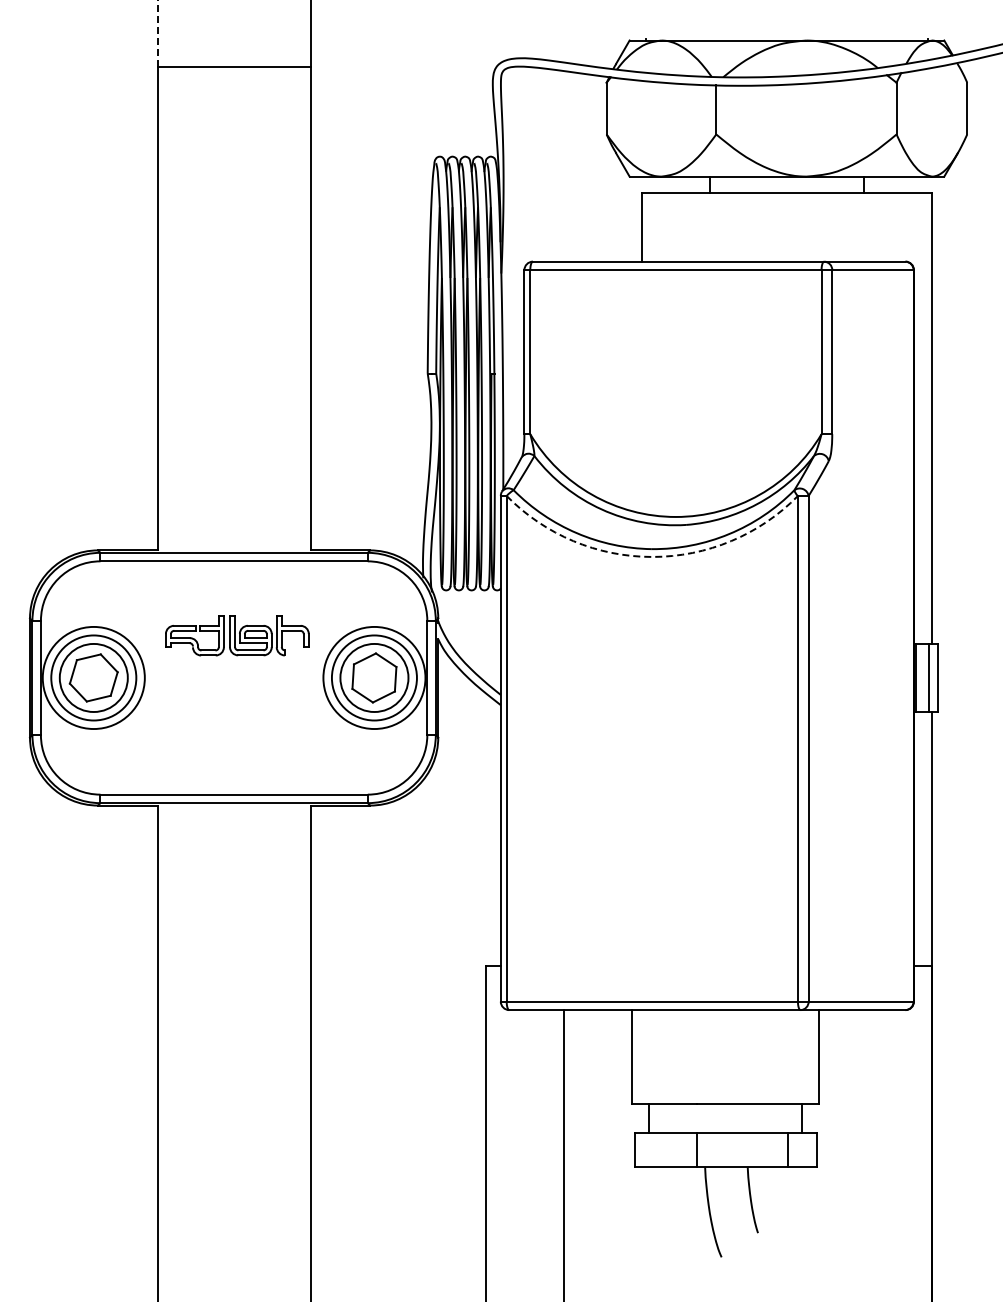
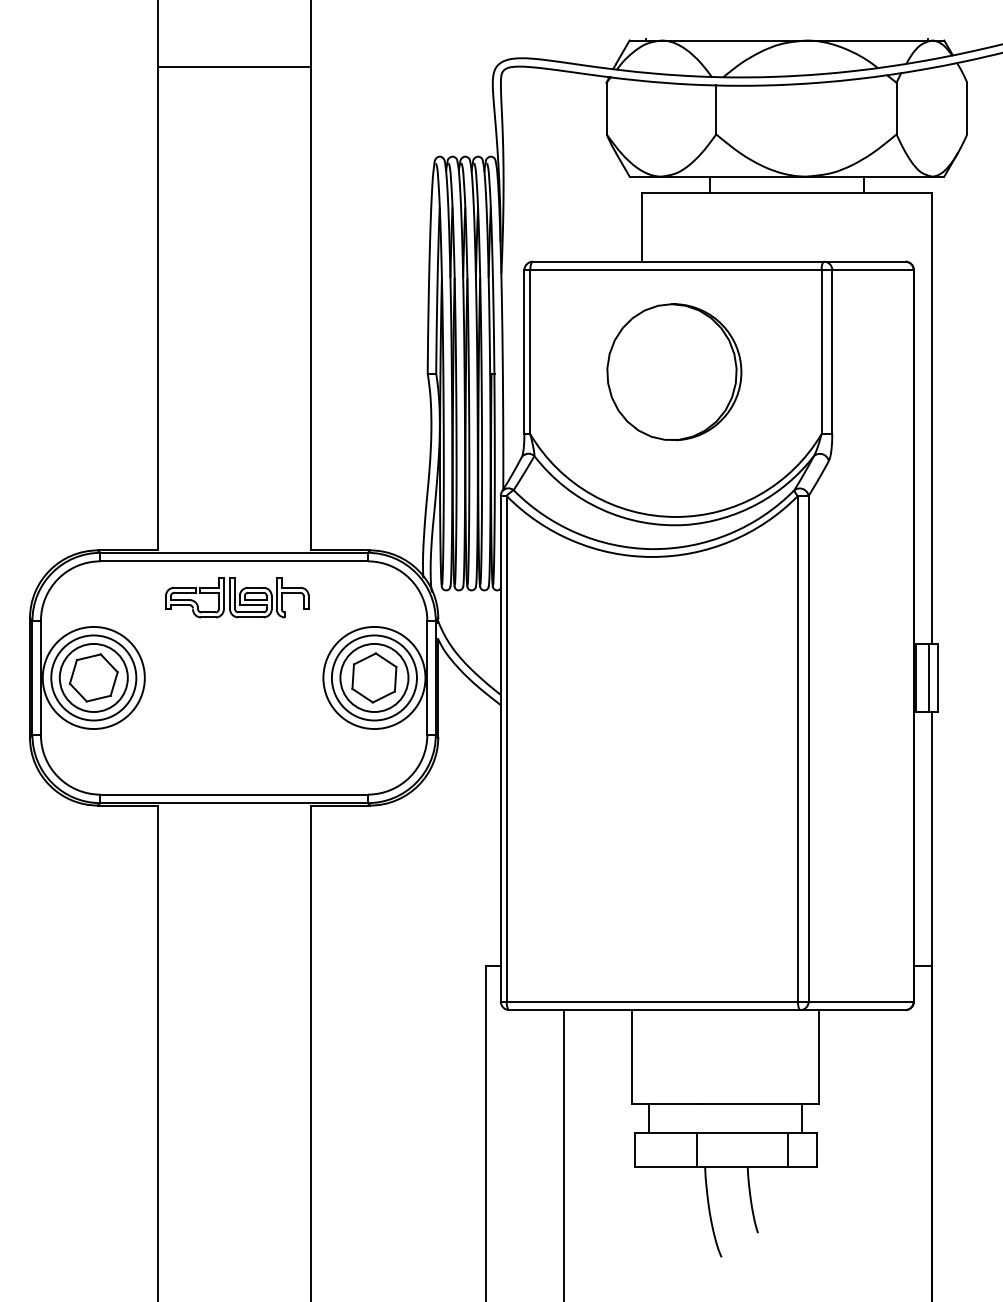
line at (157, 33): dashed -> solid
part at (674, 372): none -> present
arc at (652, 556): dashed -> solid
part at (237, 635) position: (237, 635) -> (237, 597)
